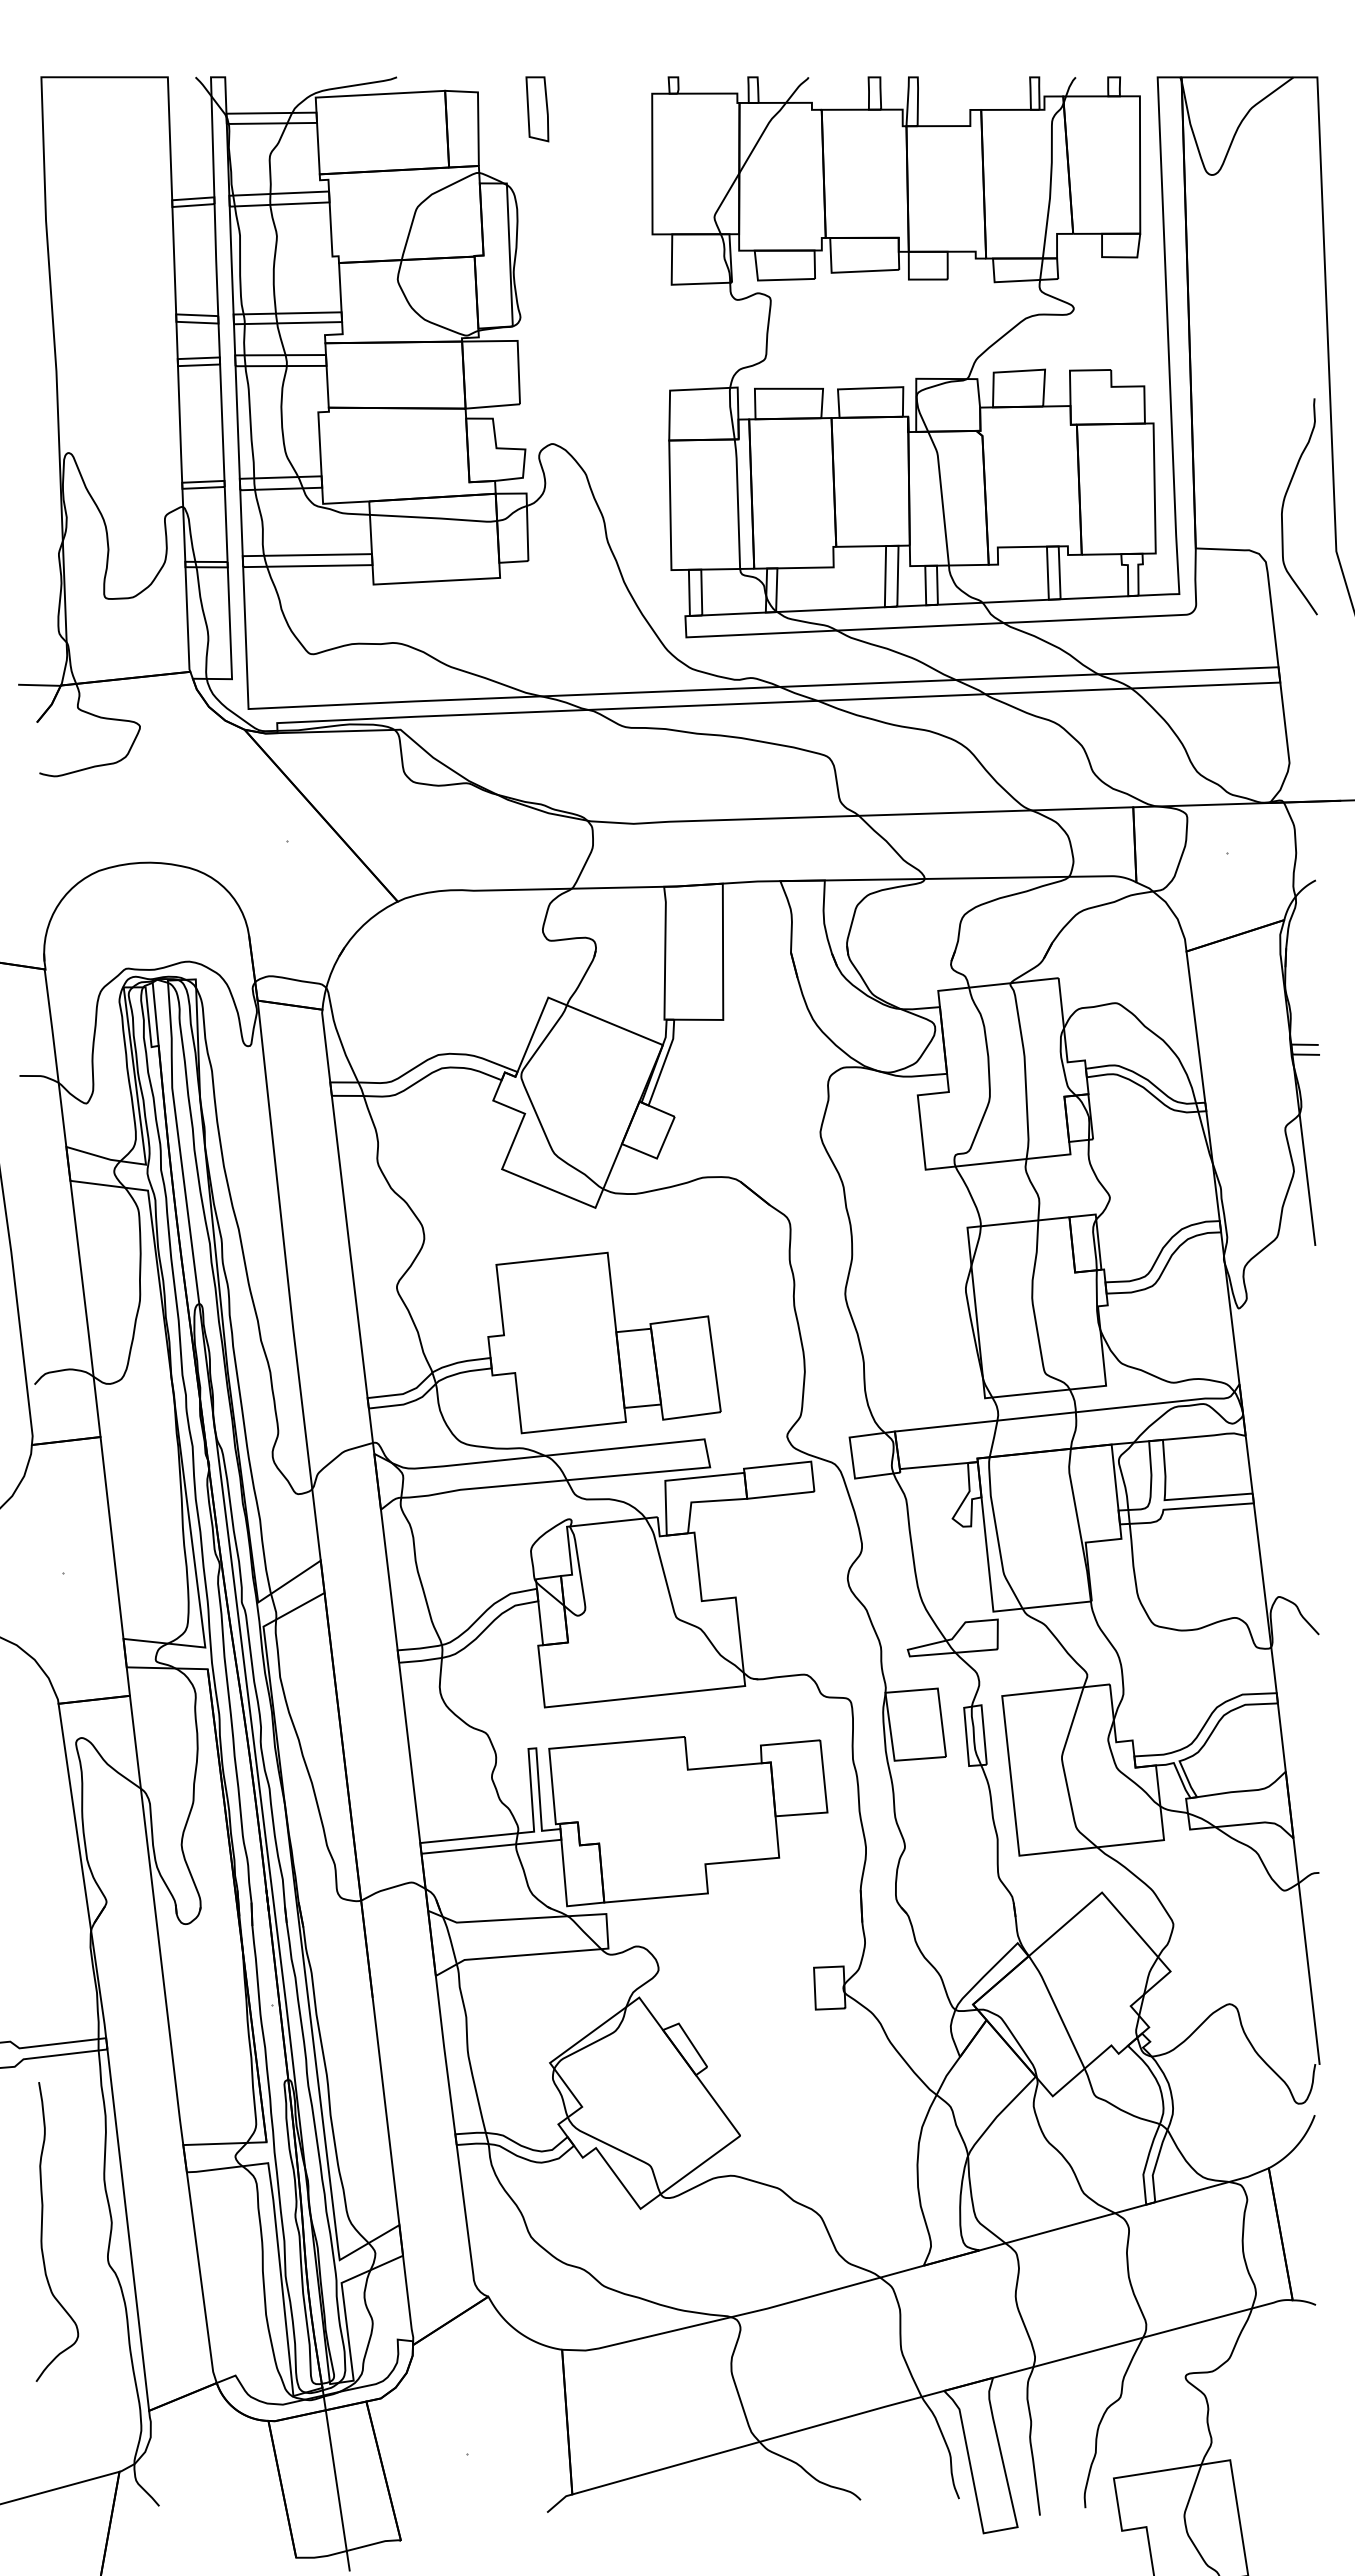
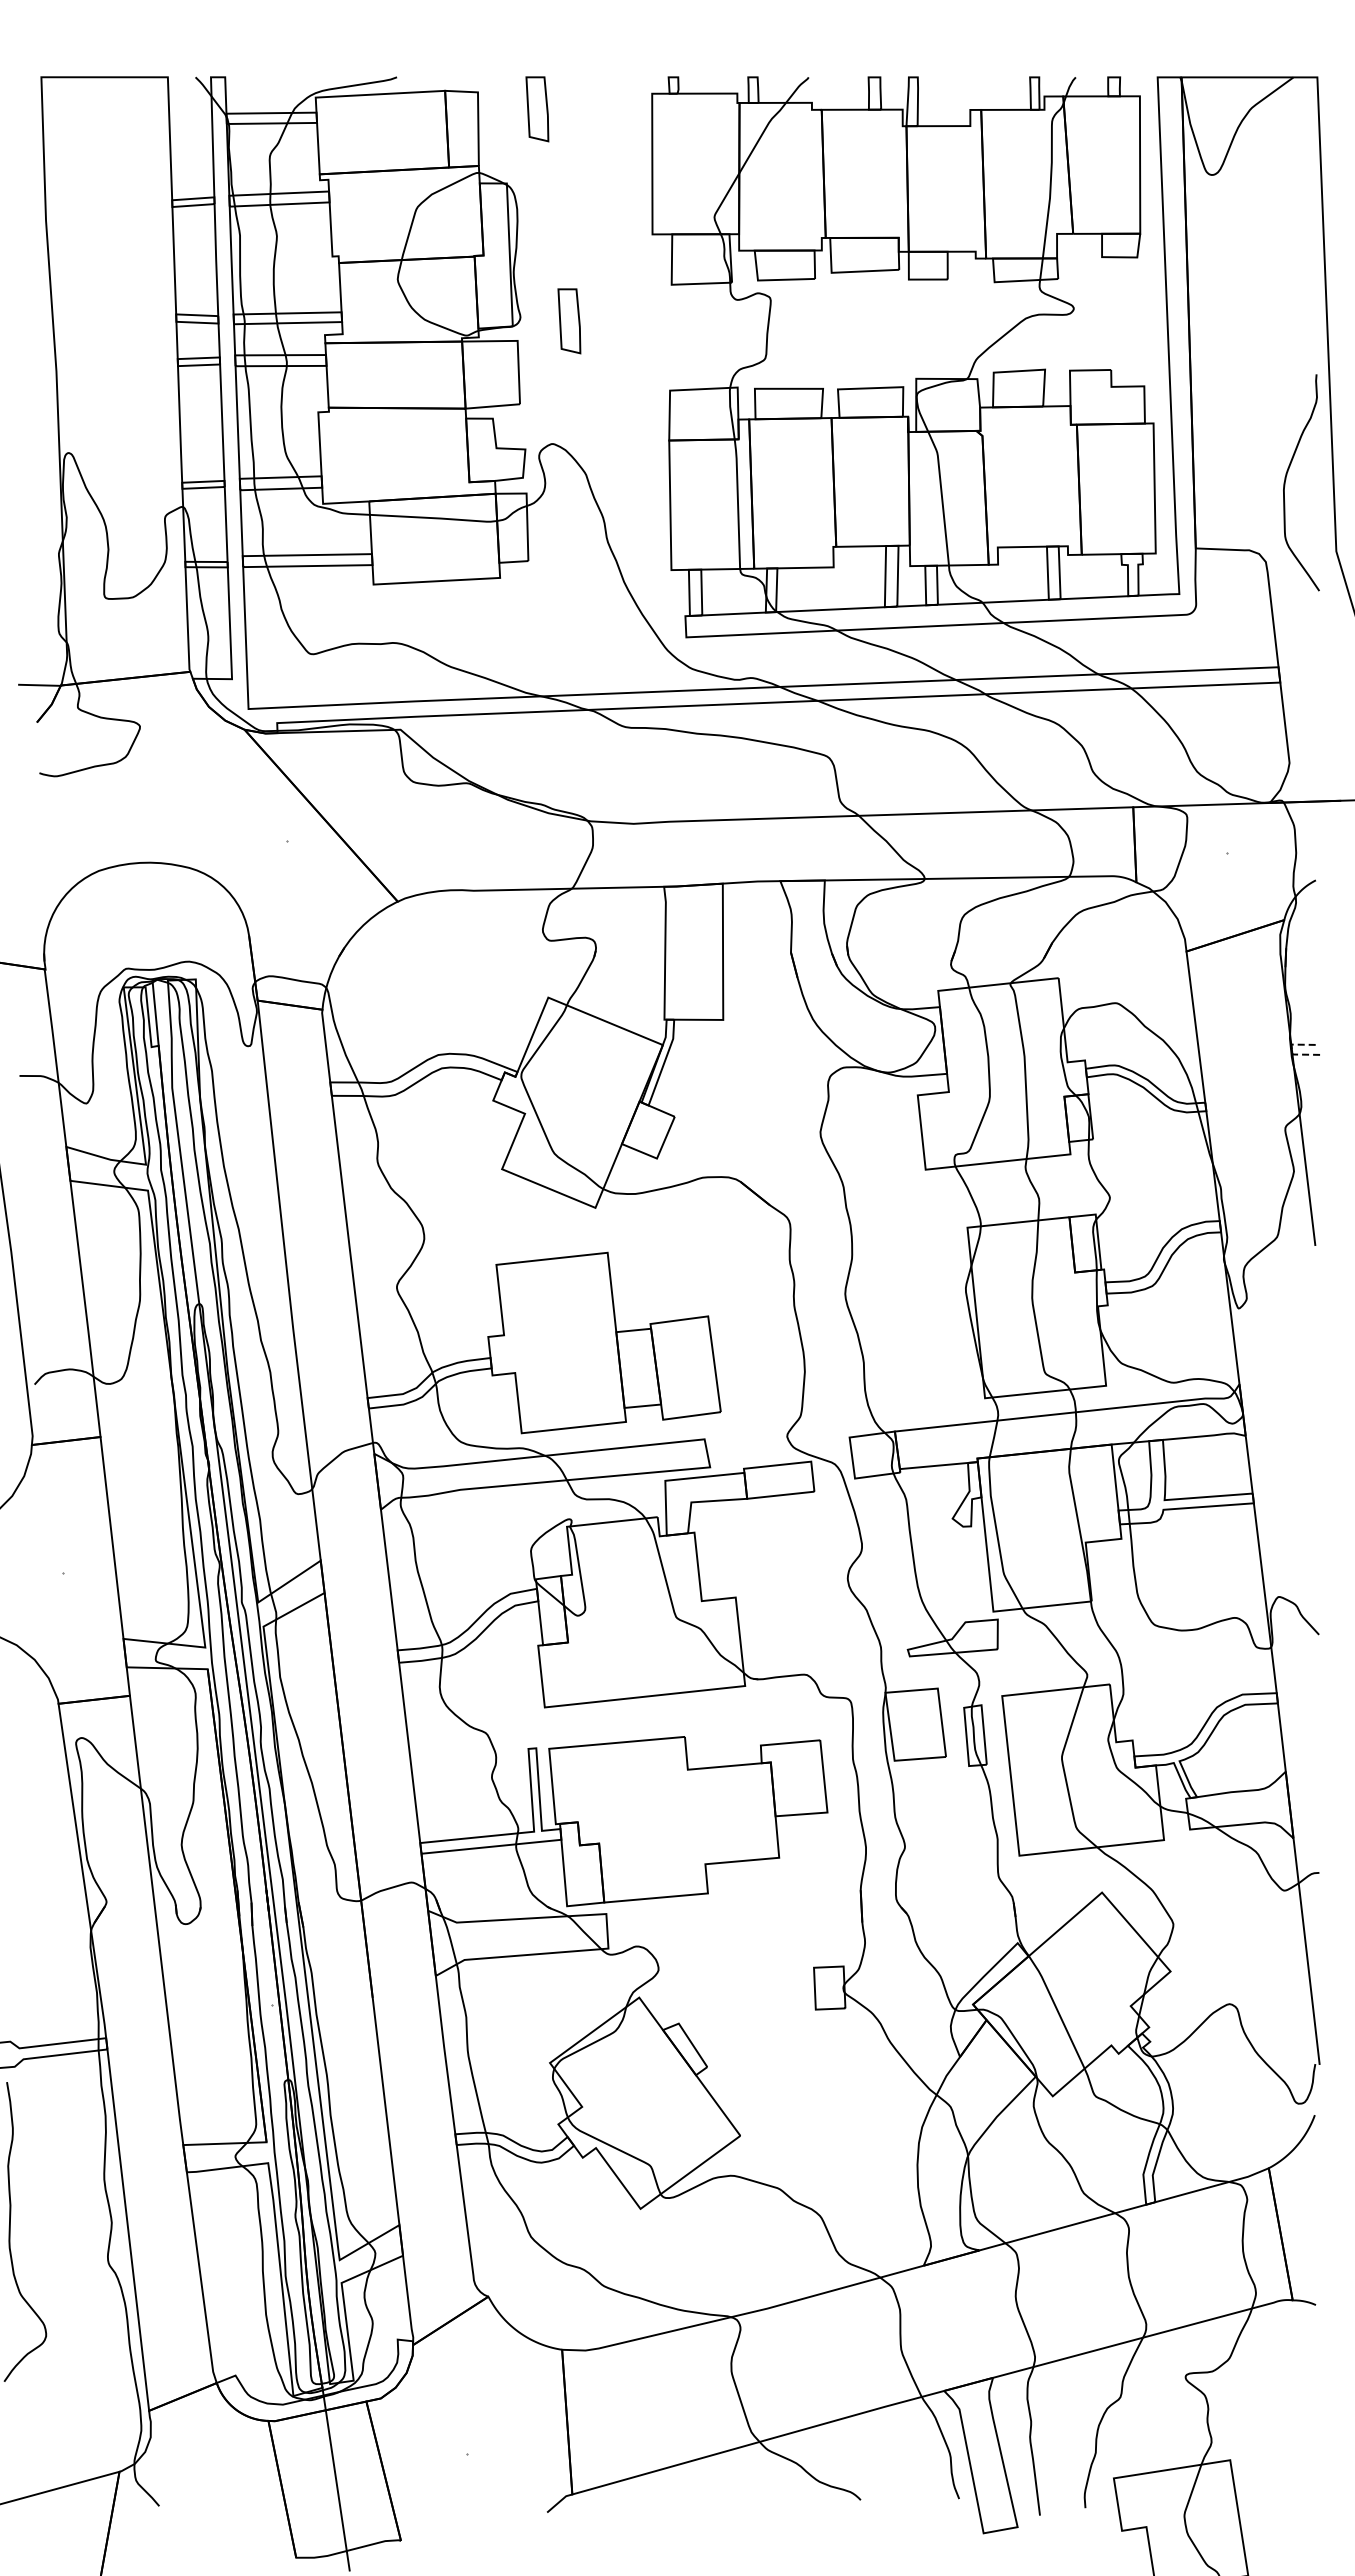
part at (569, 321): none -> present
curve at (1284, 503) position: (1284, 503) -> (1286, 479)
line at (1291, 1049): solid -> dashed
curve at (42, 2231) position: (42, 2231) -> (10, 2231)
